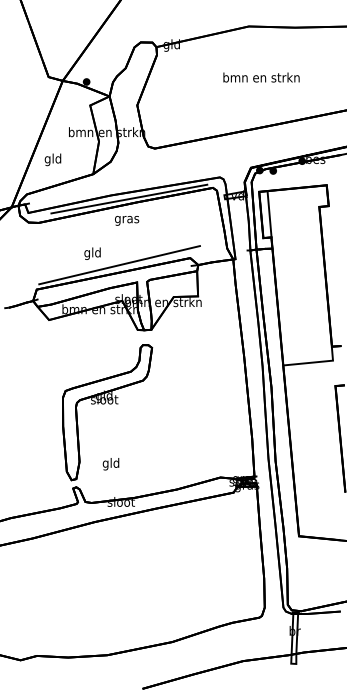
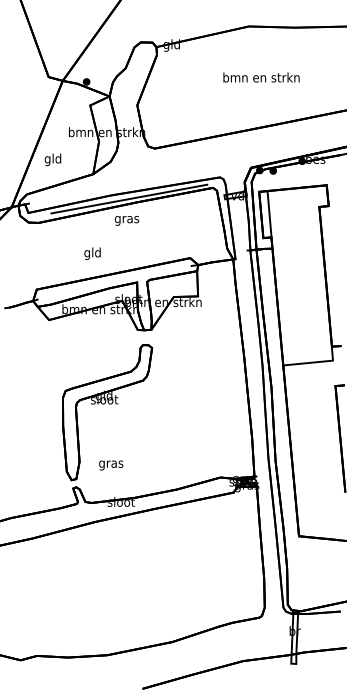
line at (119, 265): present -> none
text at (111, 464): gld -> gras
